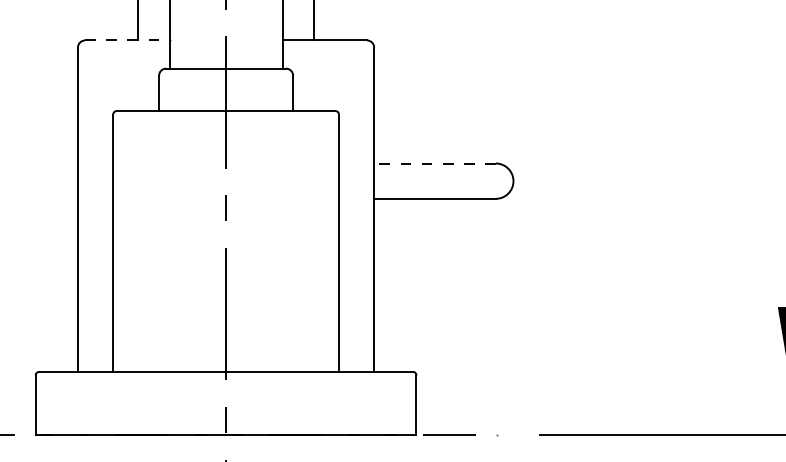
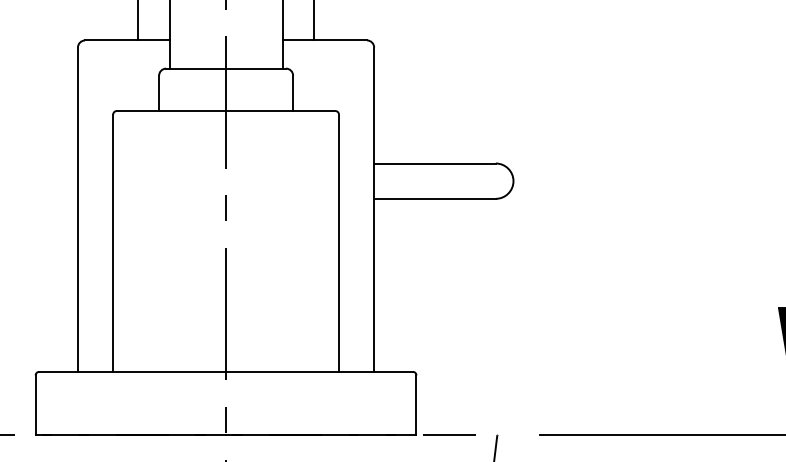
line at (127, 40): dashed -> solid
line at (435, 163): dashed -> solid
line at (495, 446): none -> present
